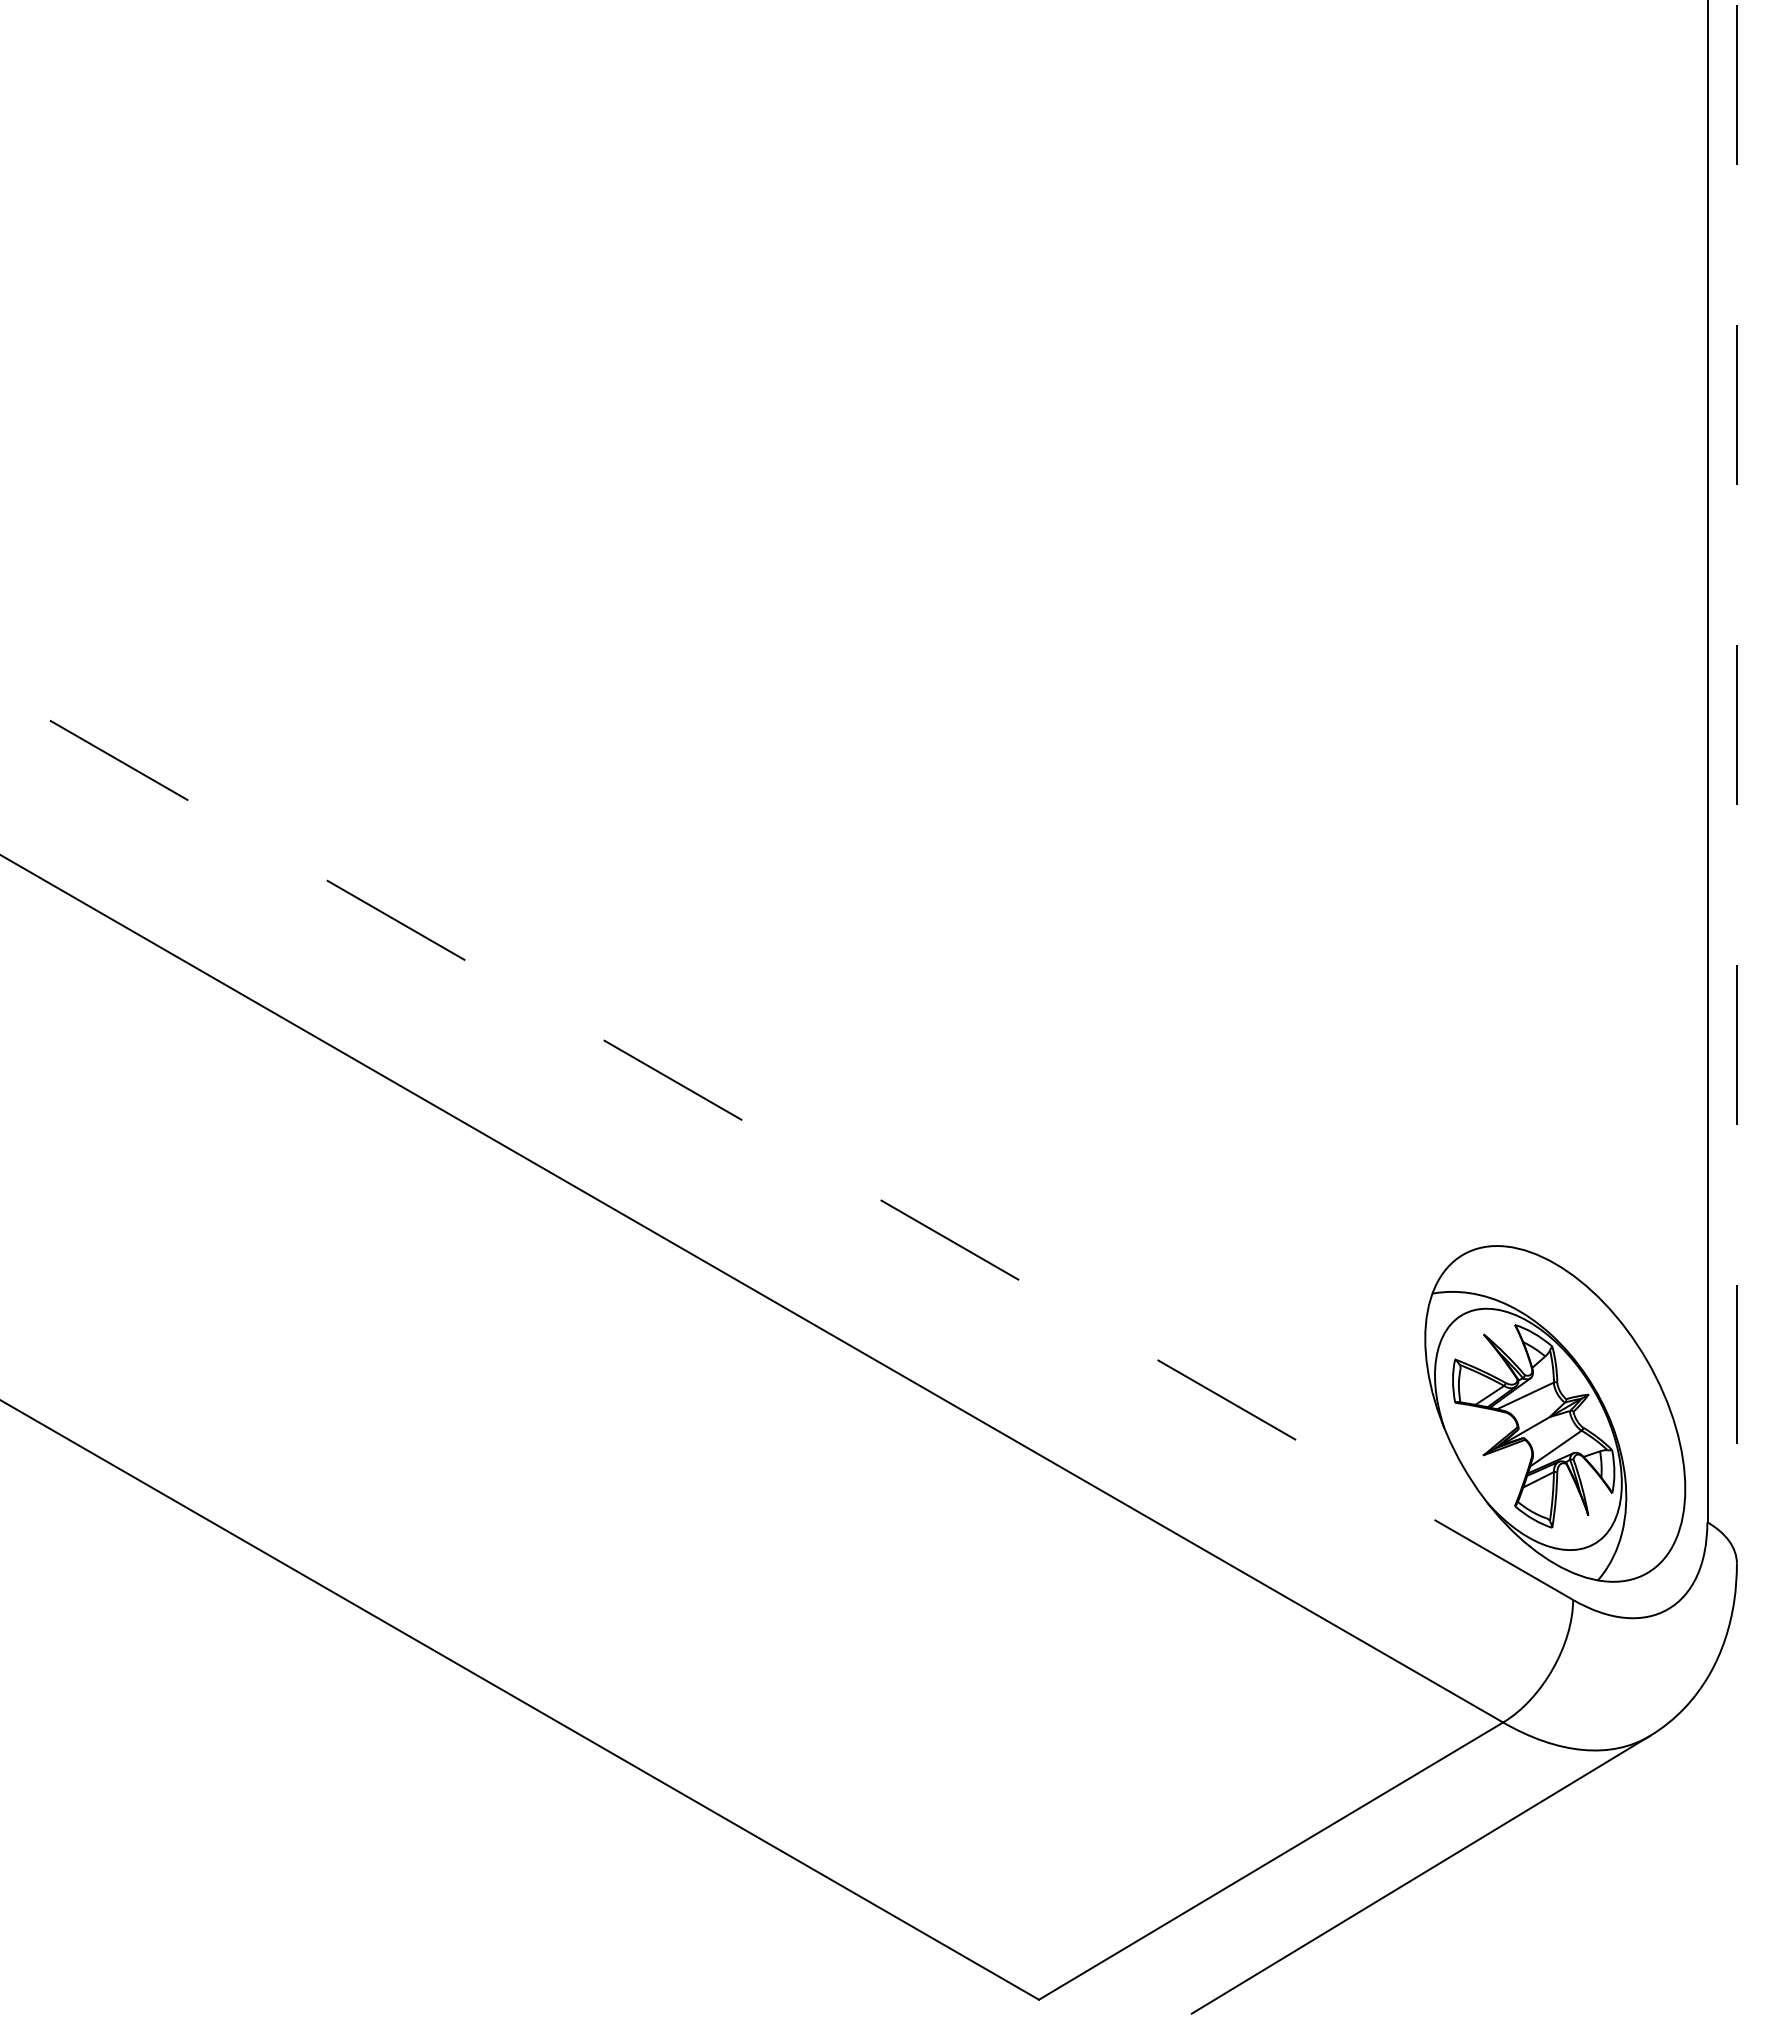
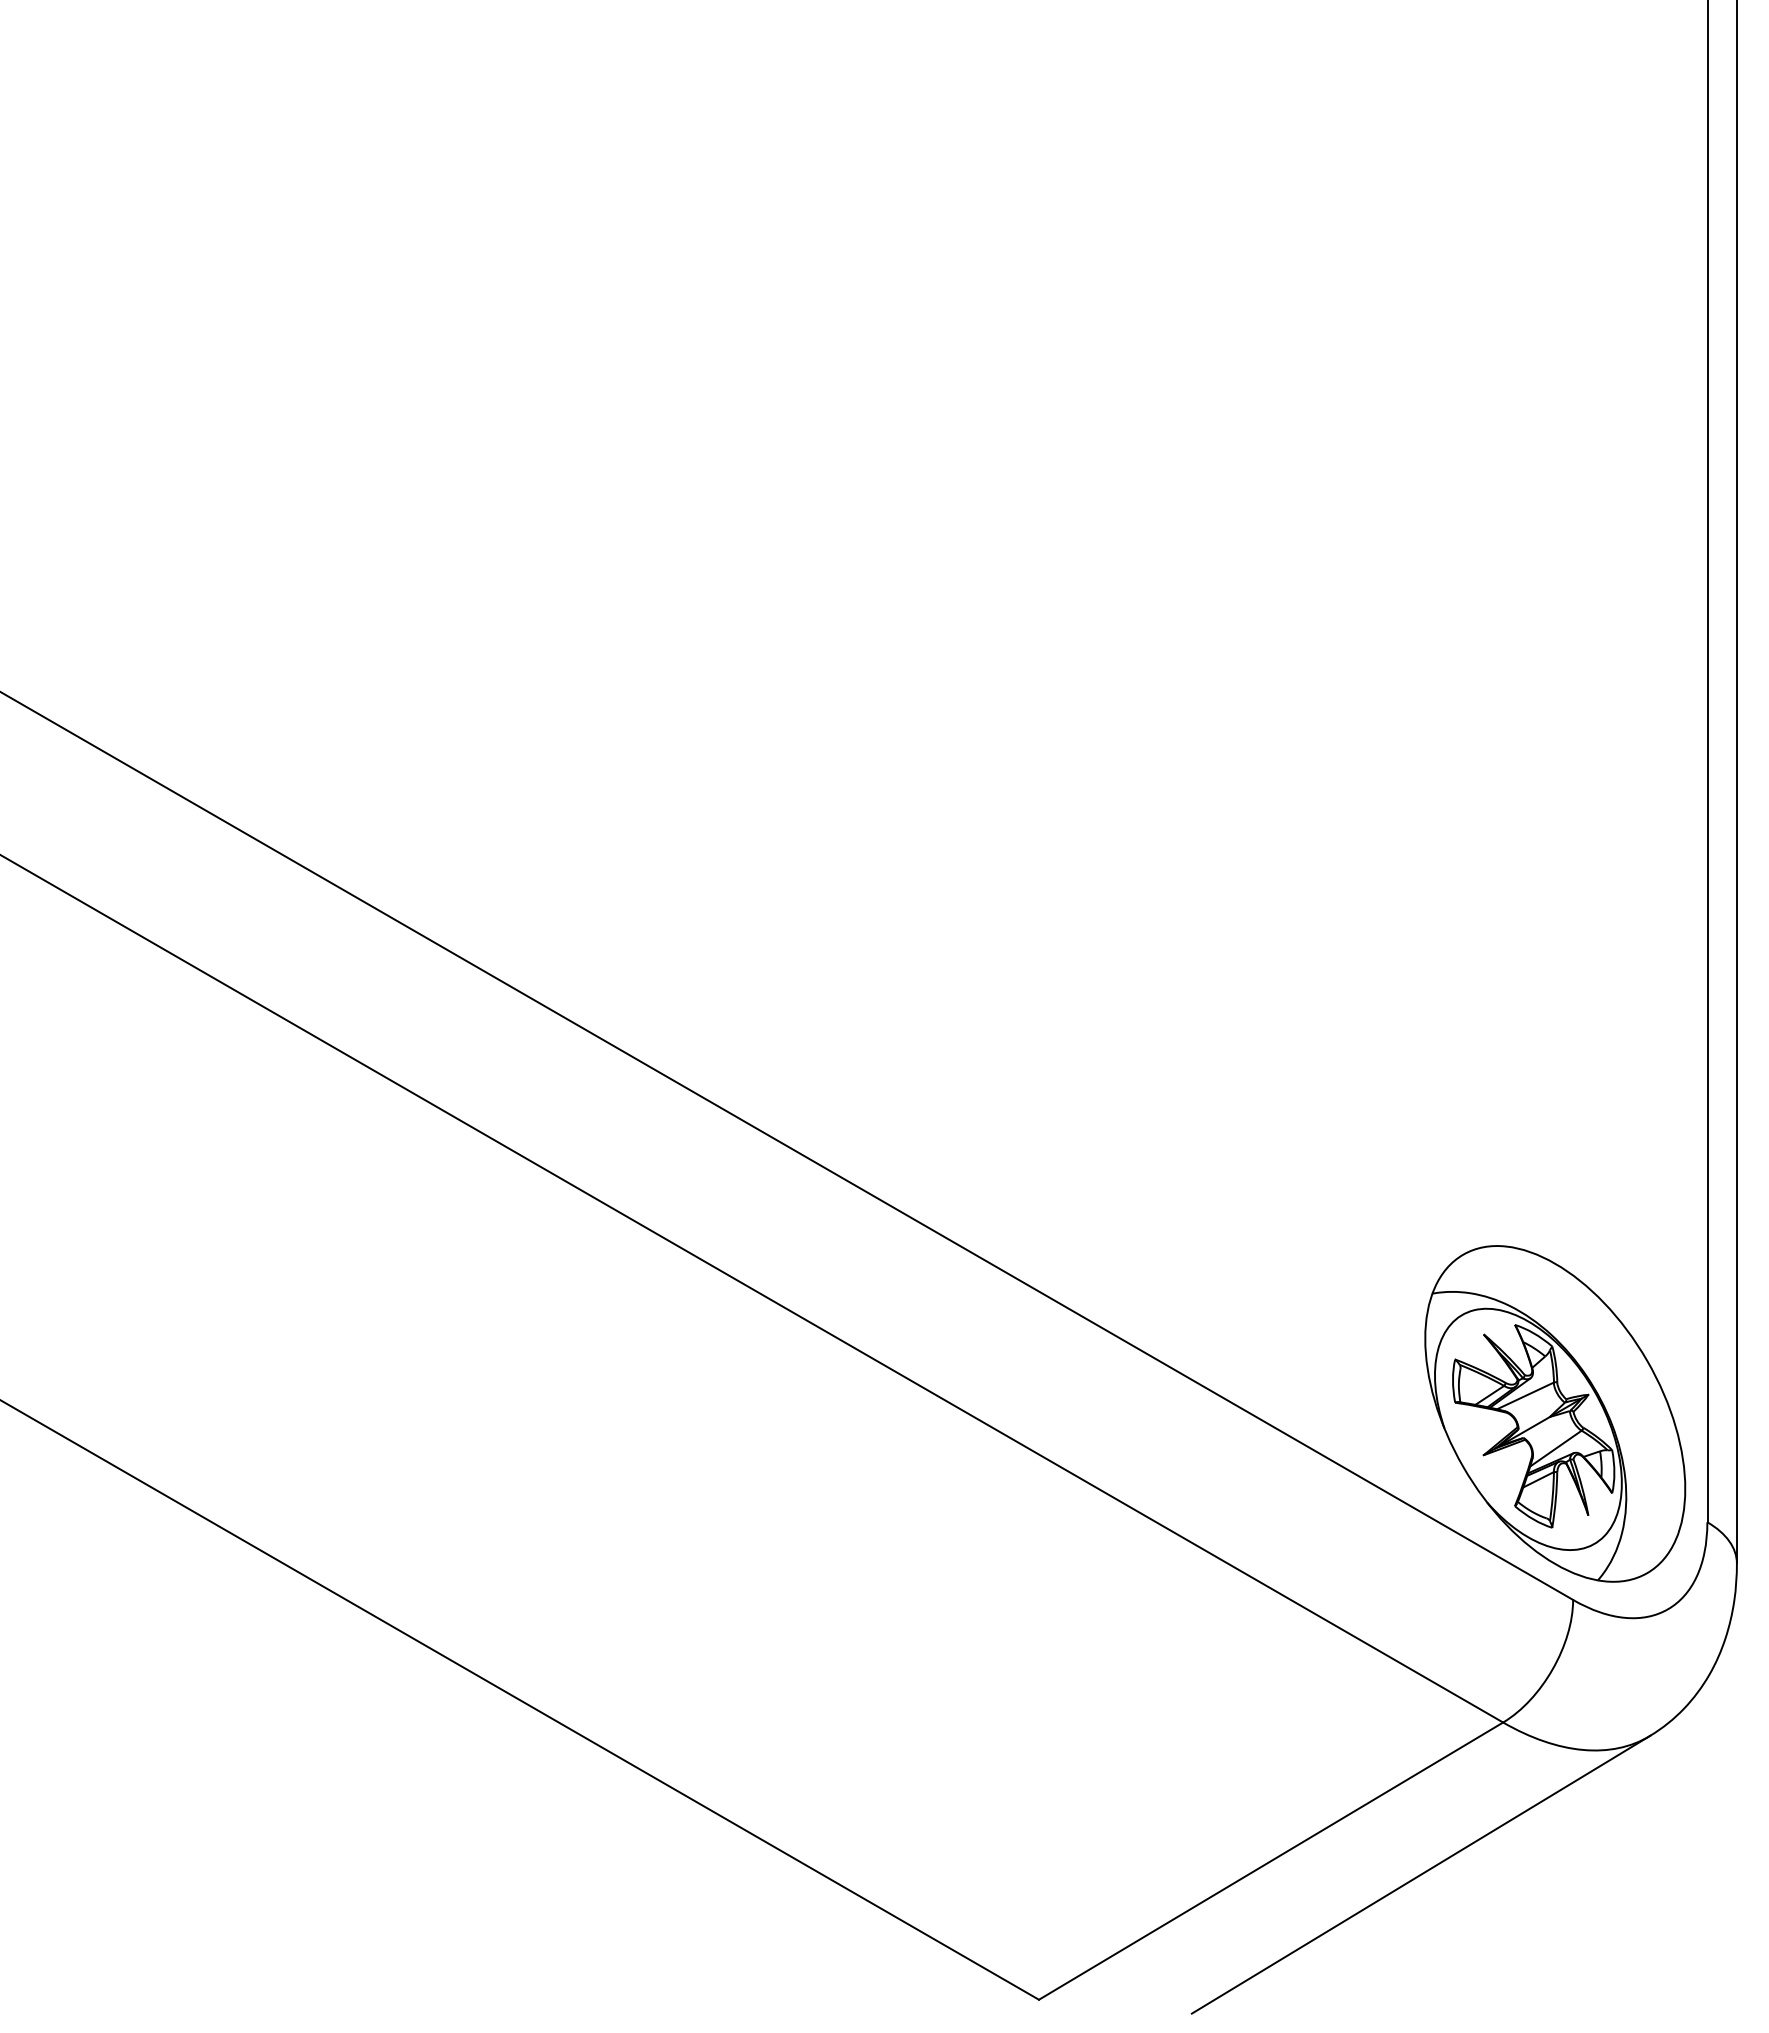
line at (1736, 782): dashed -> solid
line at (786, 1145): dashed -> solid
